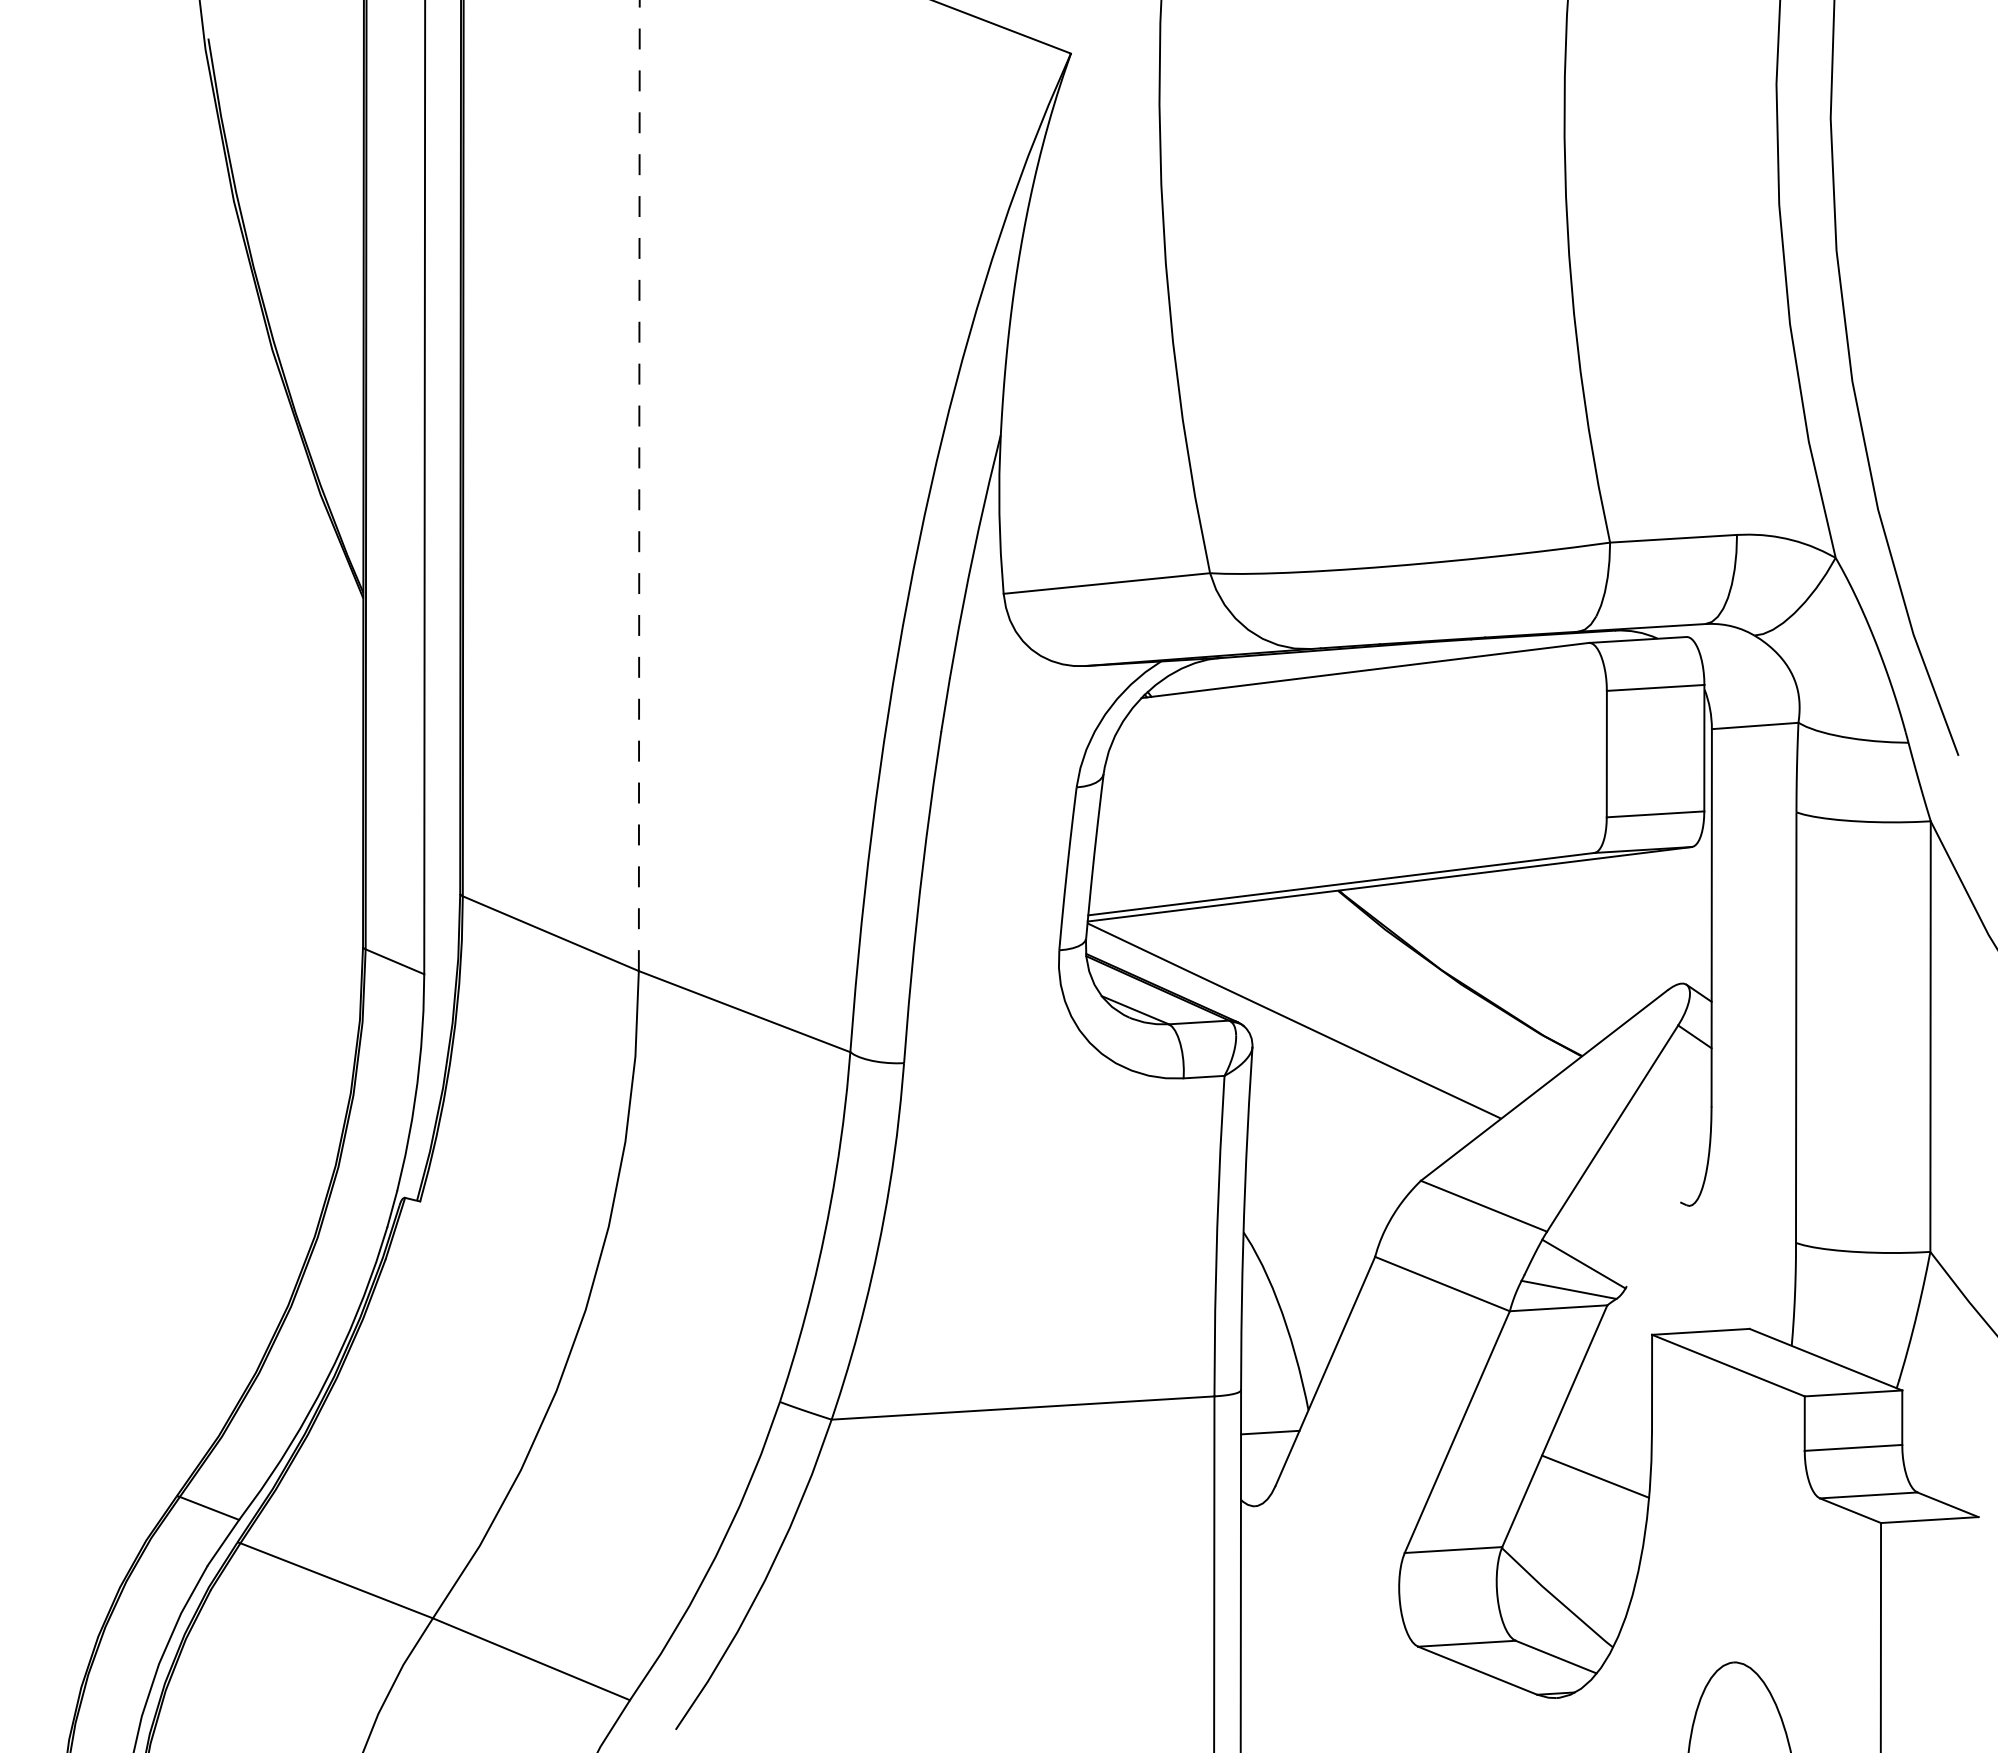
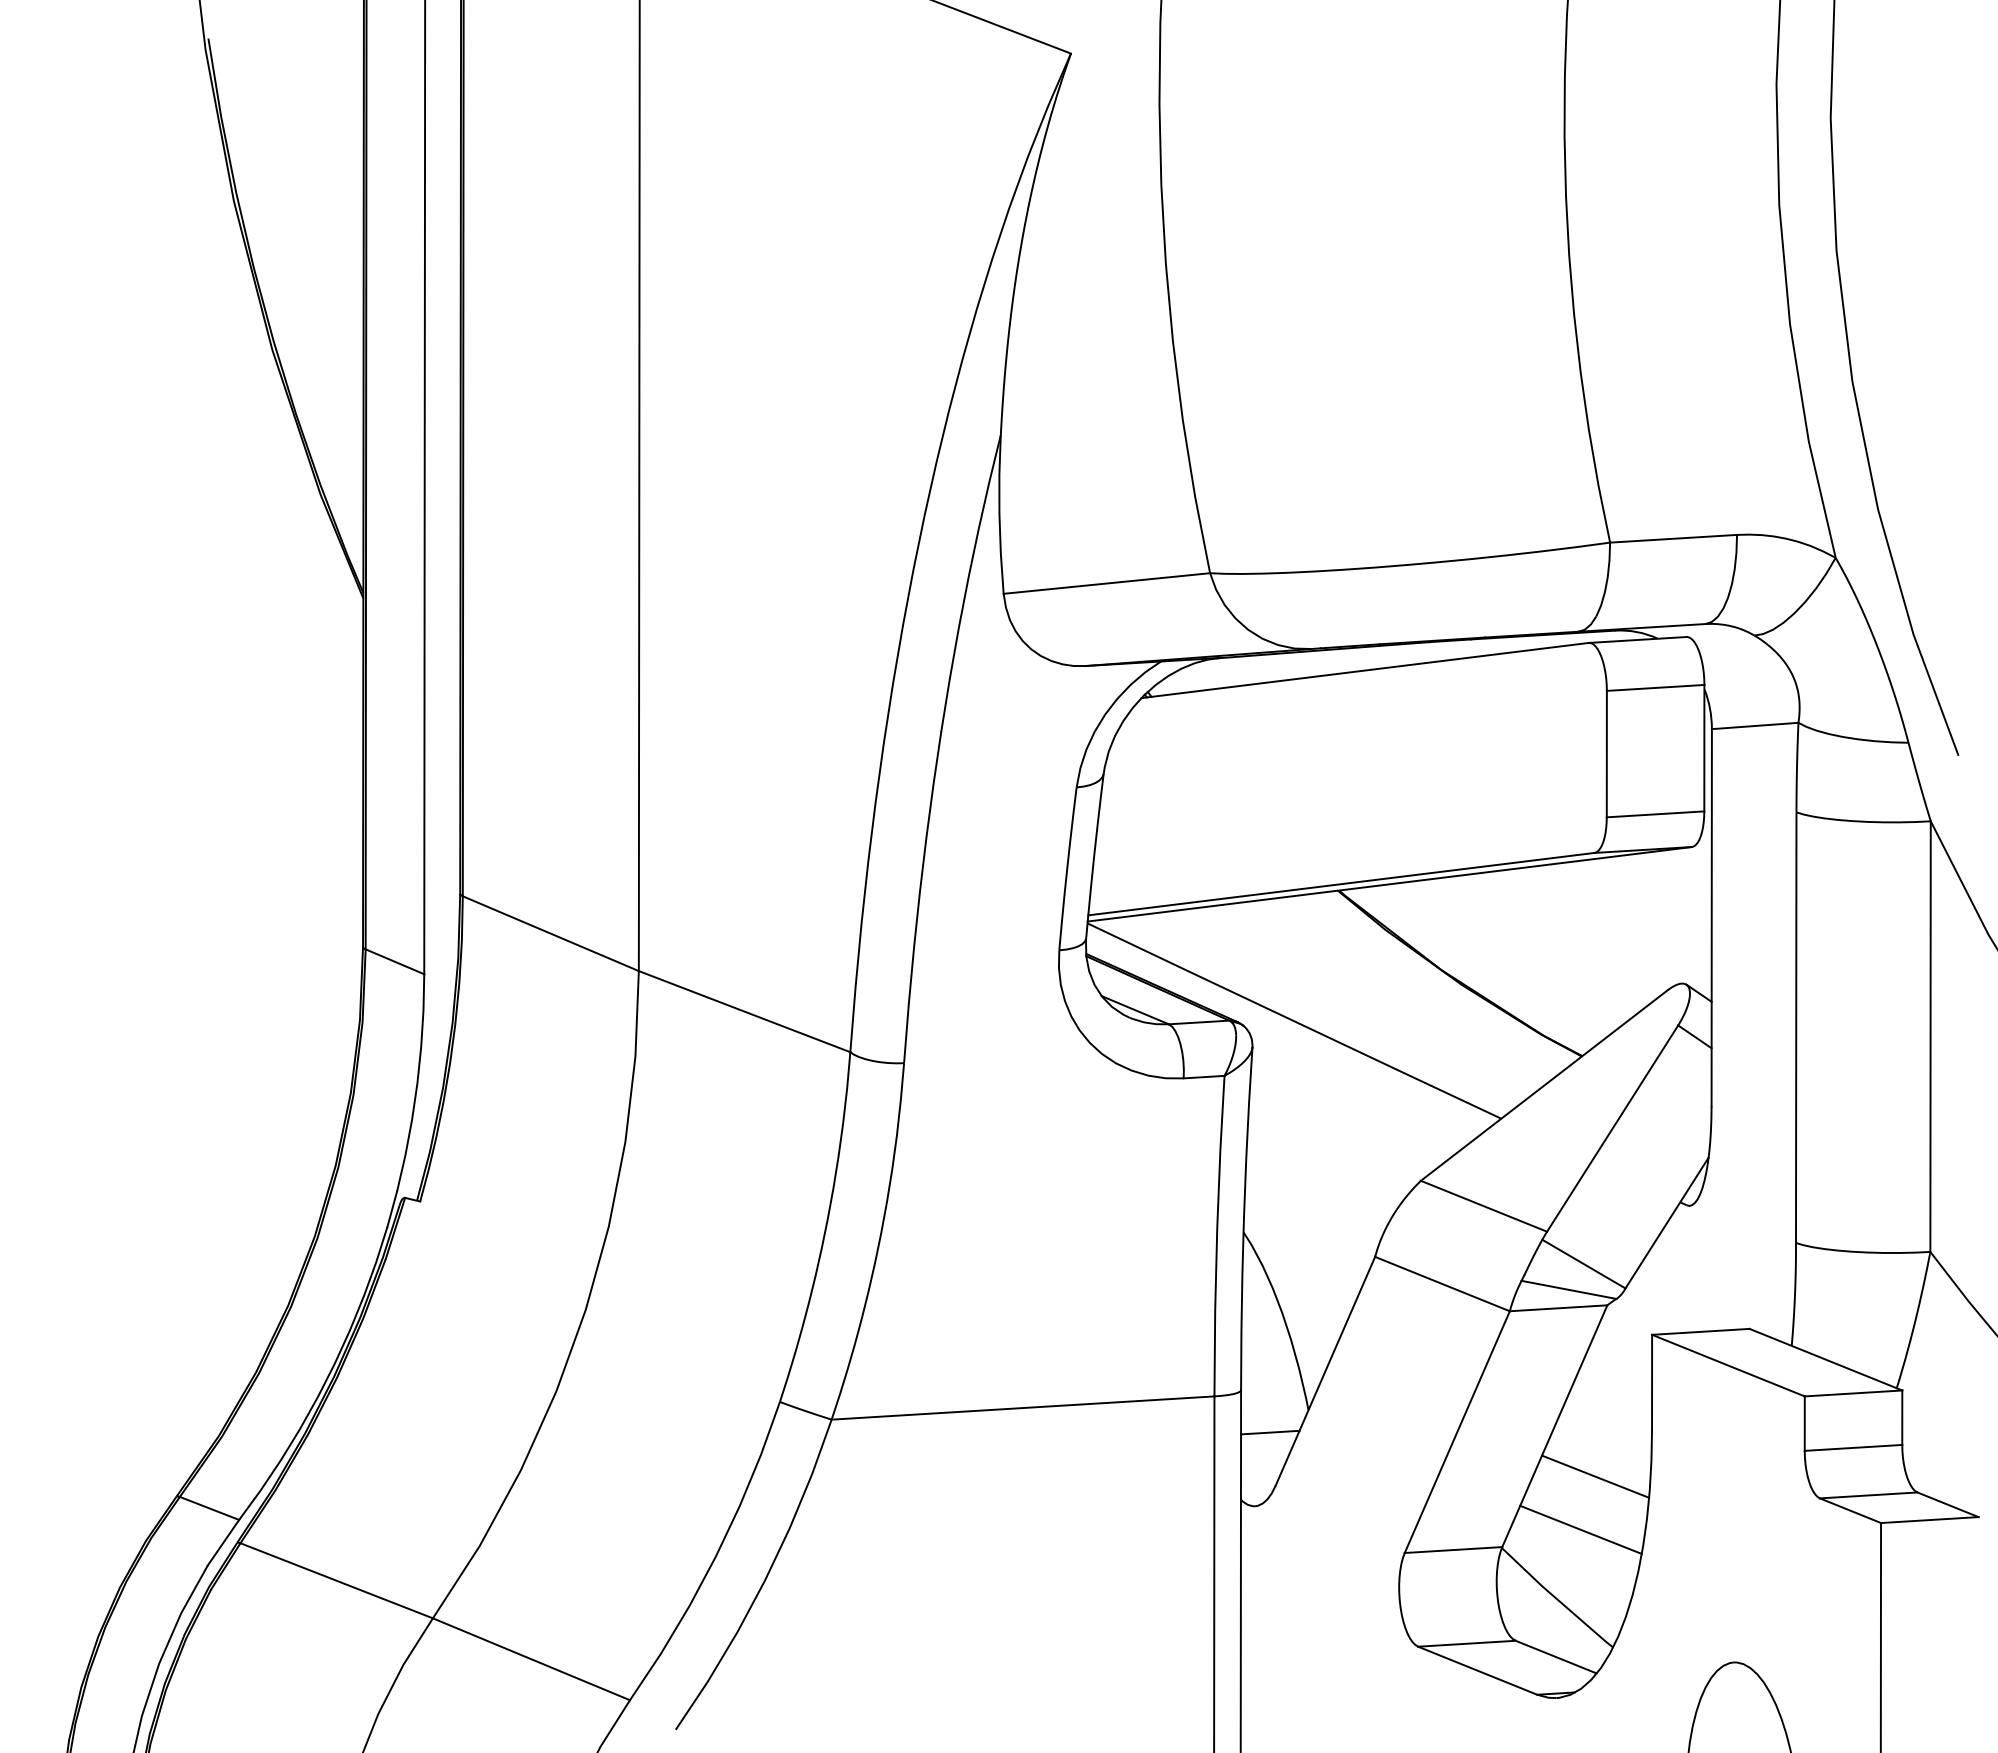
line at (639, 485): dashed -> solid
line at (1667, 1221): none -> present
line at (1580, 1529): none -> present
